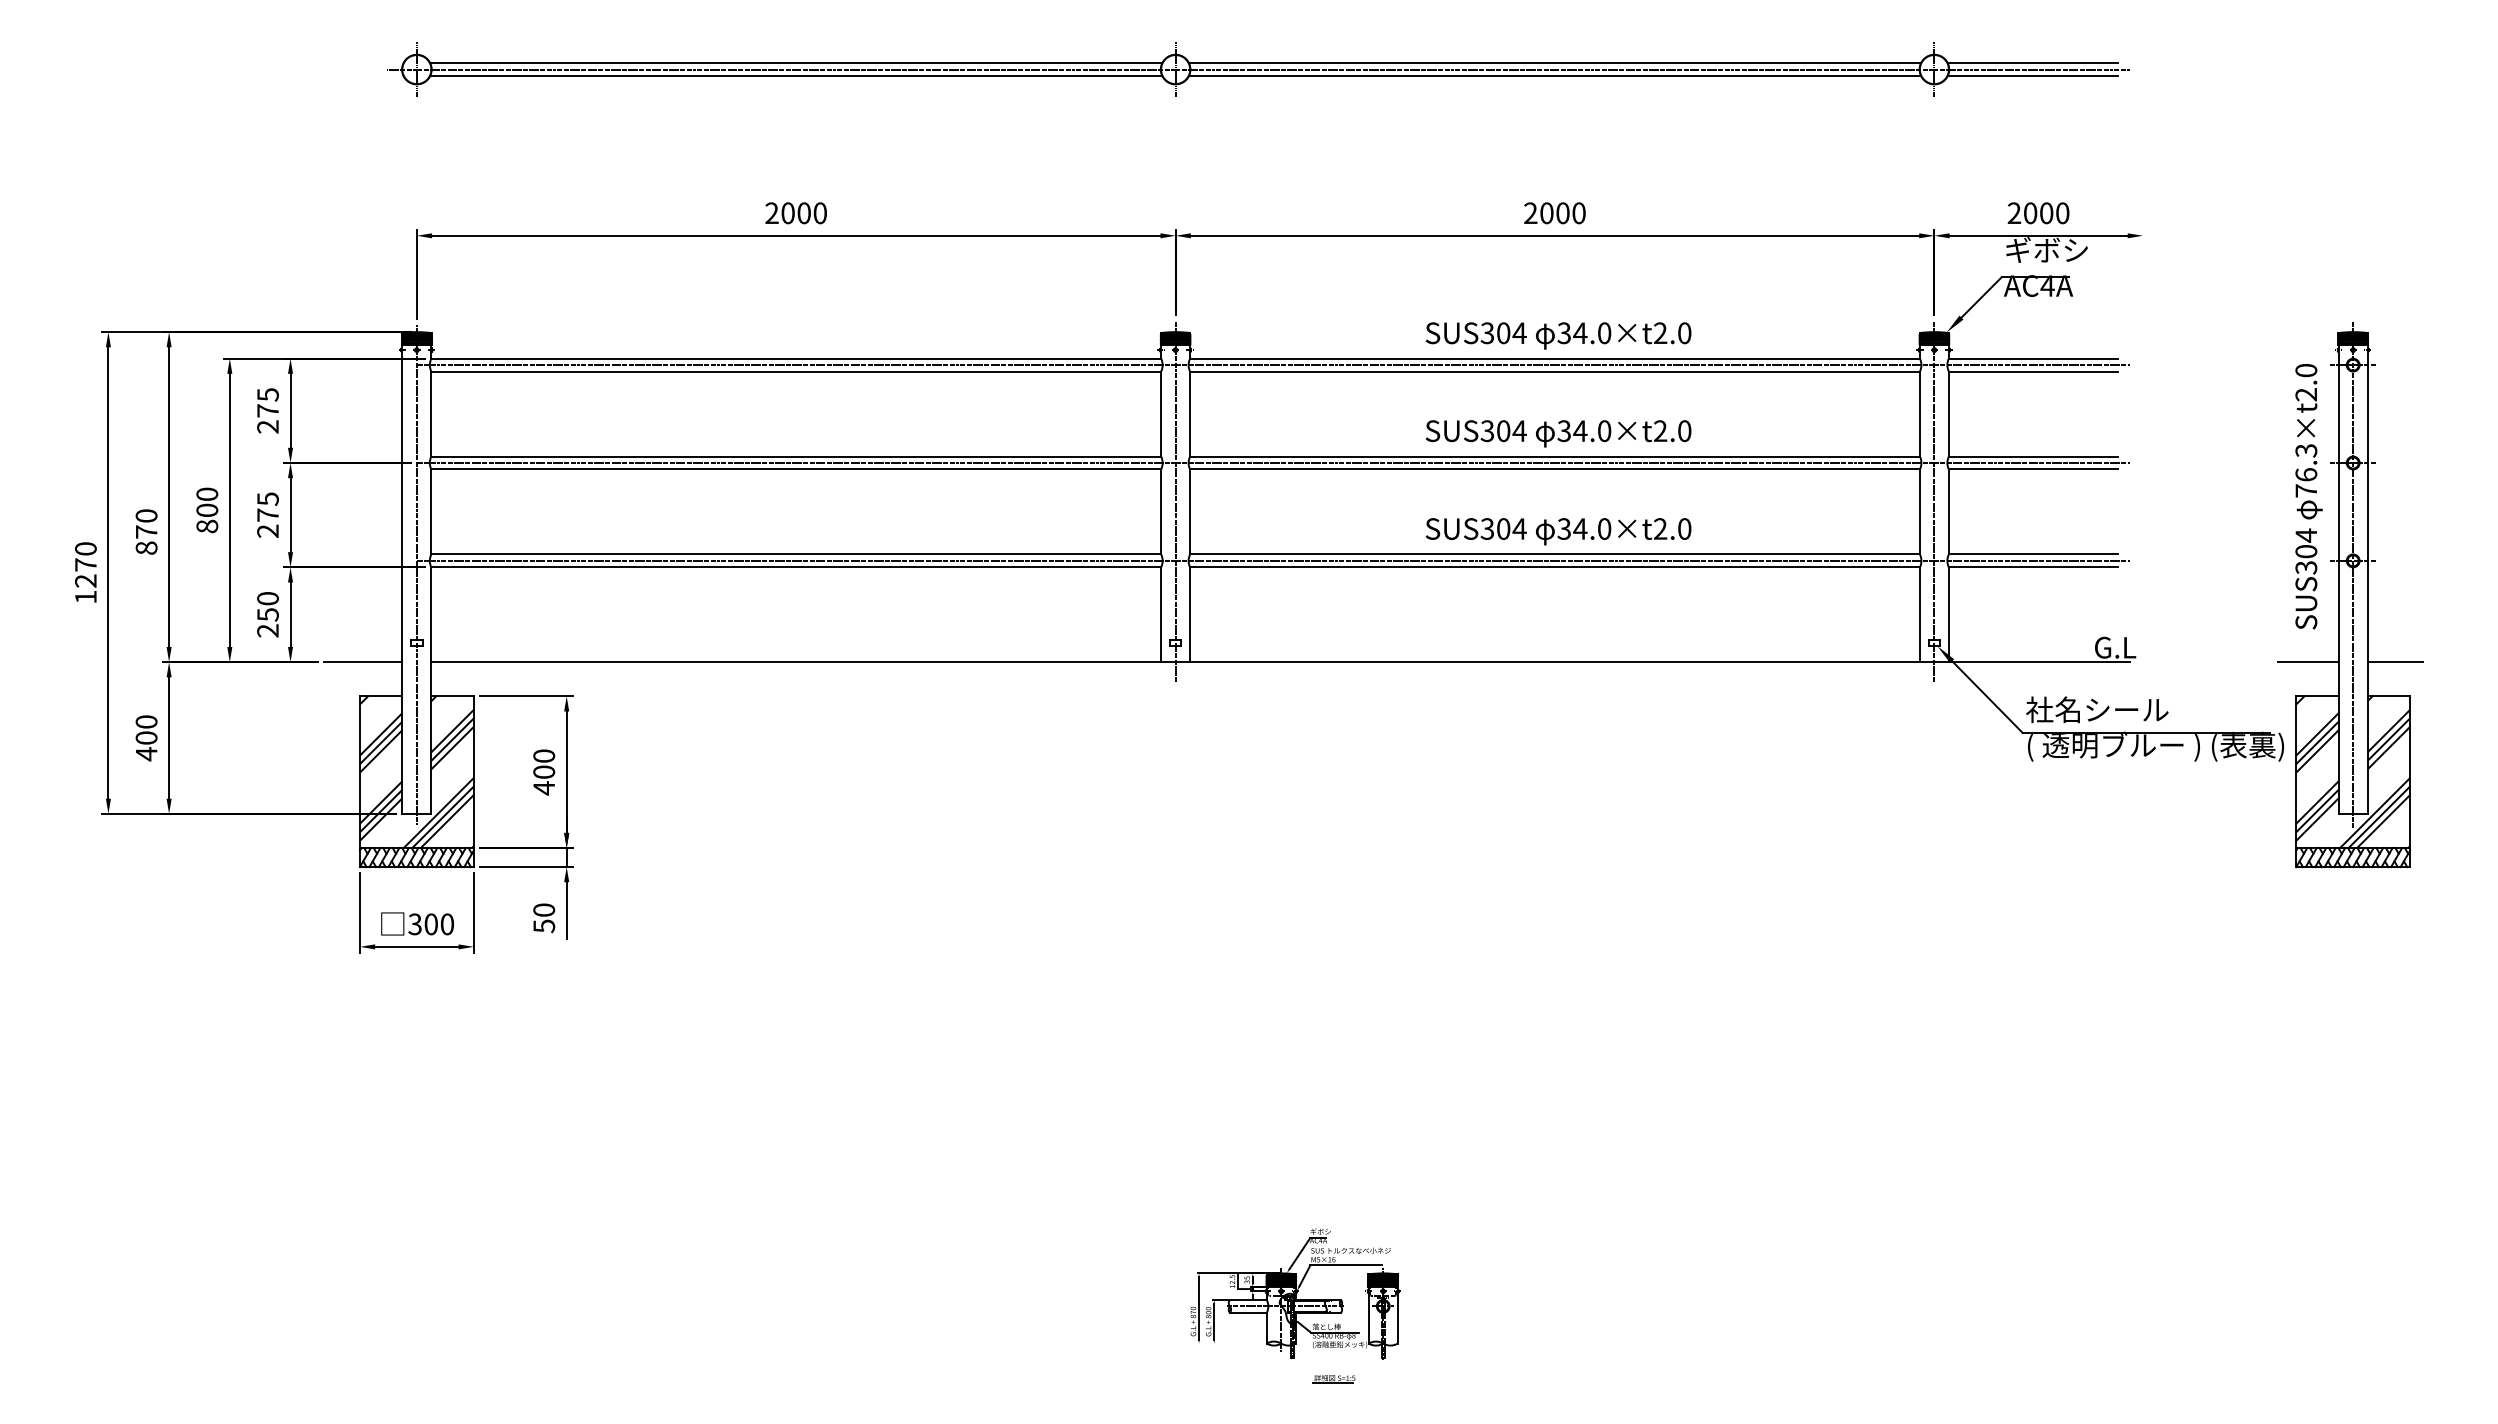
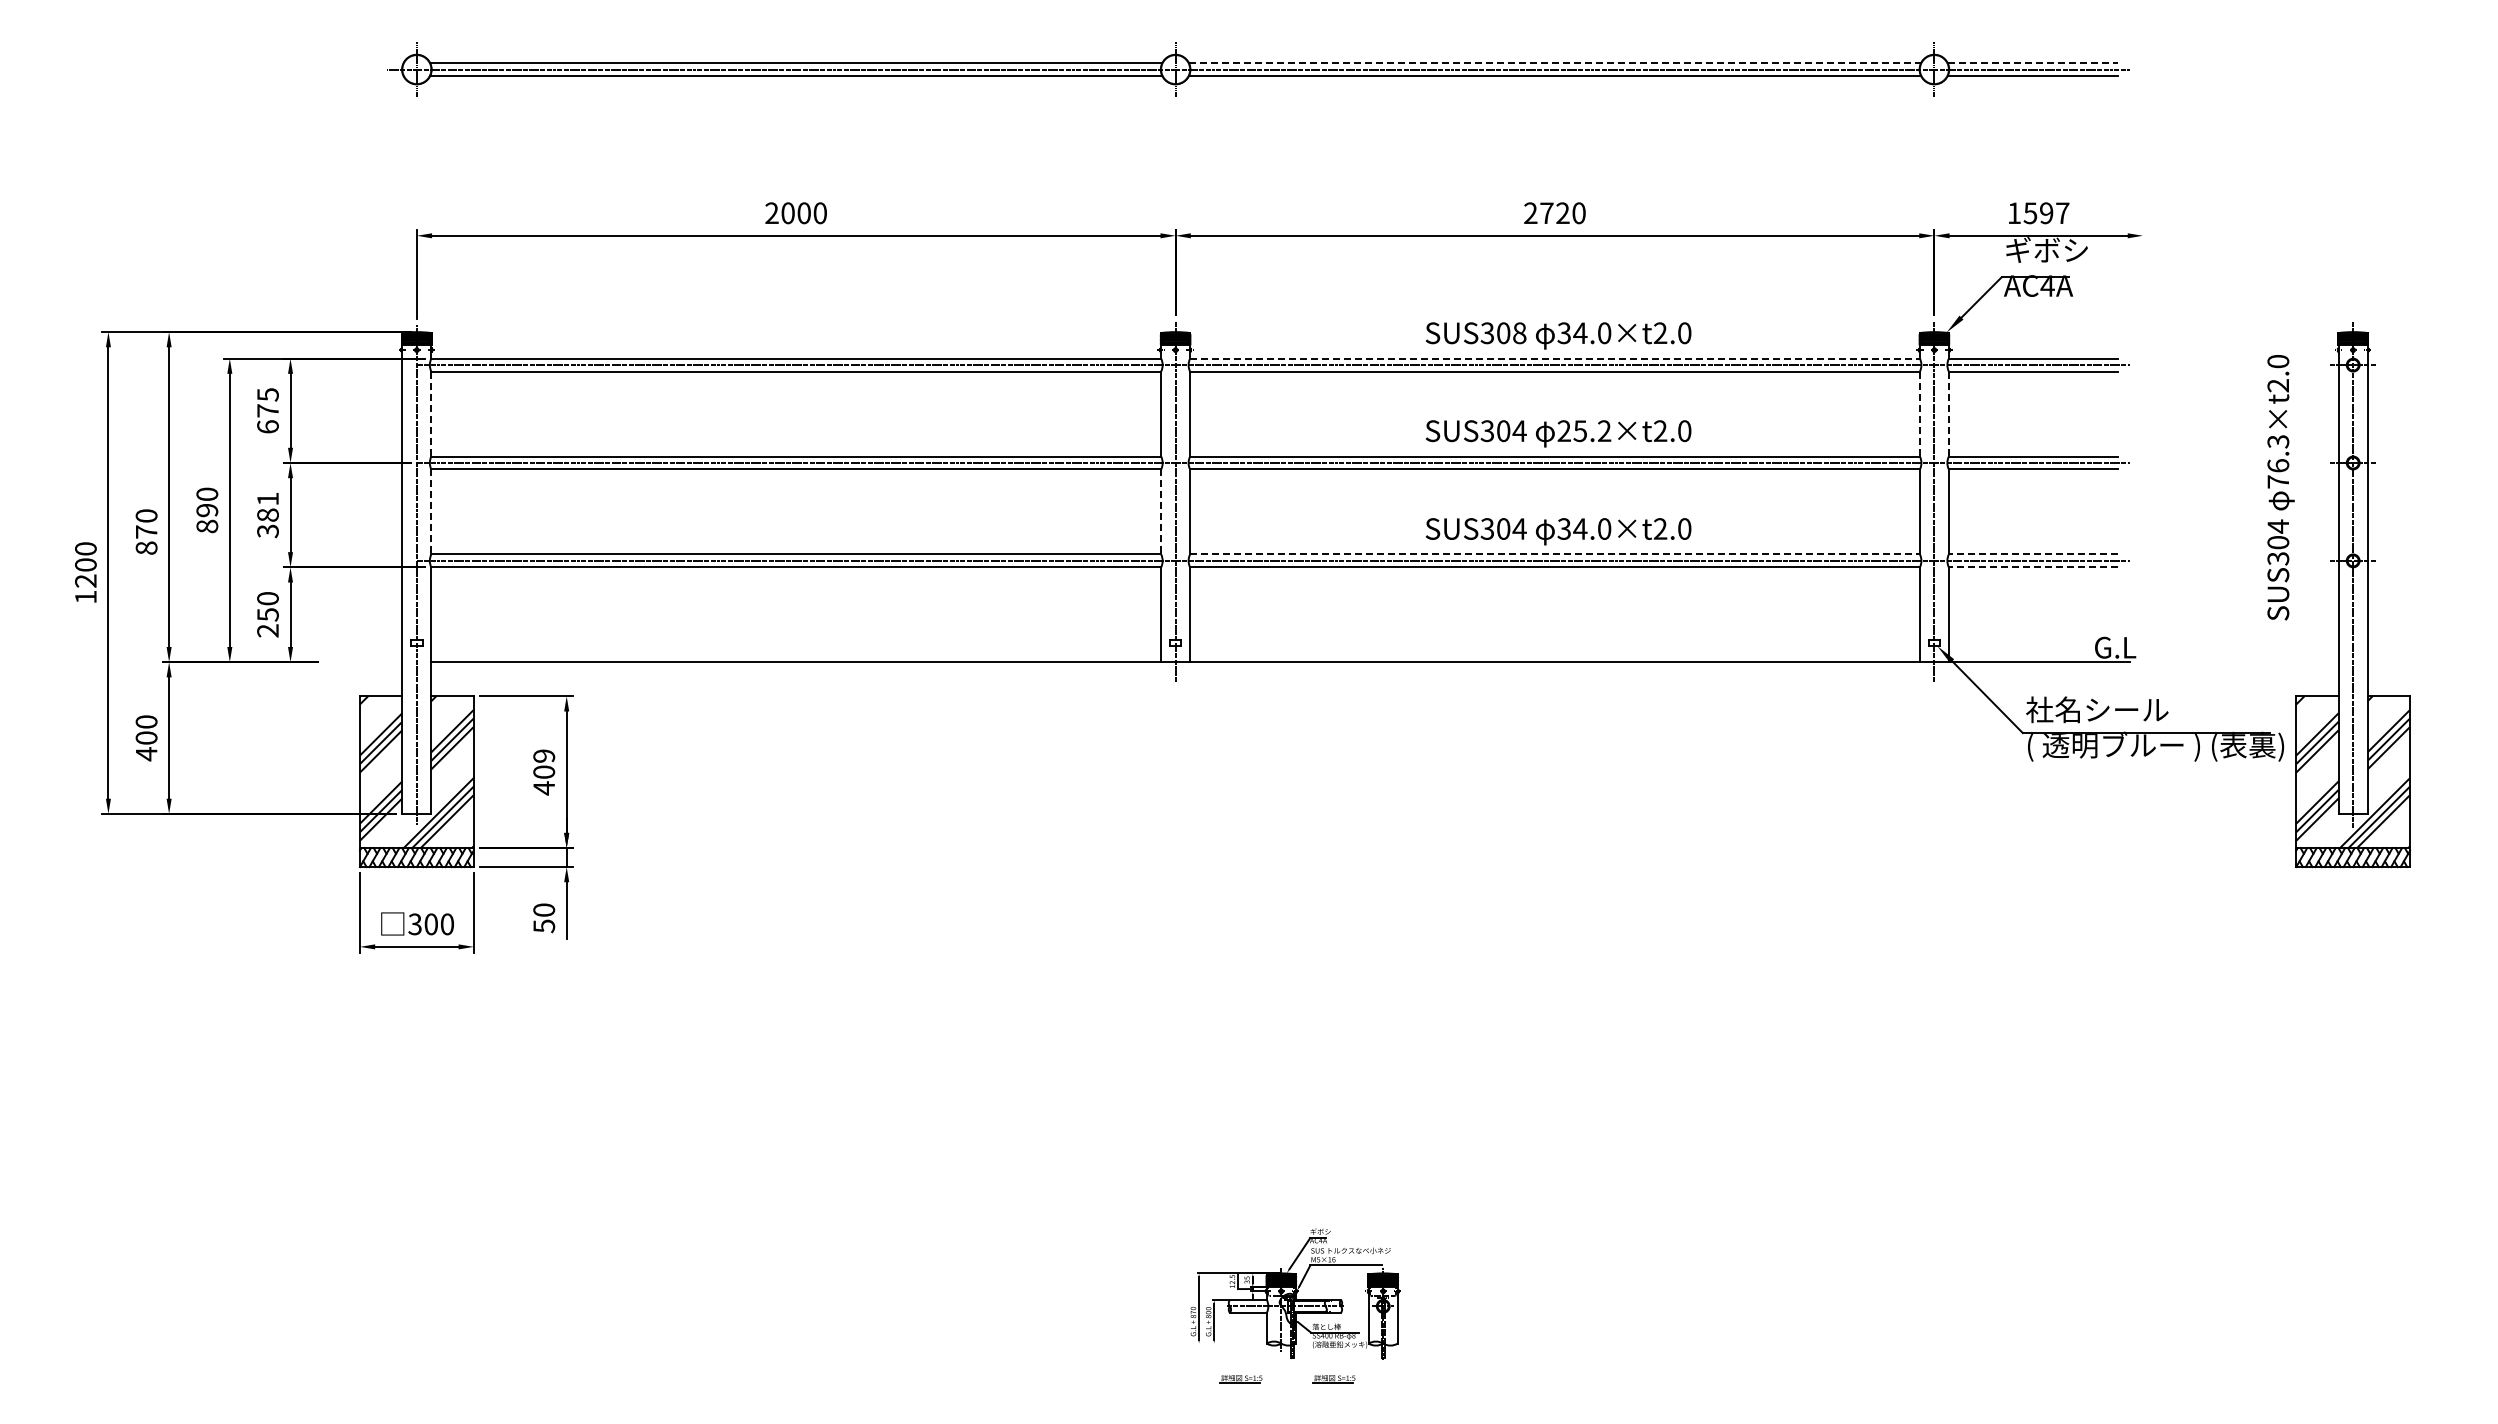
line at (1555, 63): solid -> dashed
line at (2032, 63): solid -> dashed
text at (1554, 213): 2000 -> 2720
text at (2038, 213): 2000 -> 1597
text at (1519, 333): SUS304 -> SUS308
line at (1555, 358): solid -> dashed
line at (431, 414): solid -> dashed
line at (1919, 414): solid -> dashed
line at (1948, 414): solid -> dashed
text at (267, 426): 275 -> 675
text at (1584, 431): 34.0×t2.0 -> 25.2×t2.0
text at (2308, 496) position: (2308, 496) -> (2280, 487)
text at (207, 510): 800 -> 890
line at (431, 512): solid -> dashed
line at (1161, 512): solid -> dashed
text at (267, 515): 275 -> 381
line at (1555, 554): solid -> dashed
line at (2032, 554): solid -> dashed
text at (85, 564): 1270 -> 1200
line at (2032, 567): solid -> dashed
line at (362, 662): present -> none
line at (2308, 662): present -> none
line at (2395, 662): present -> none
text at (544, 755): 400 -> 409
part at (1240, 1379): none -> present
